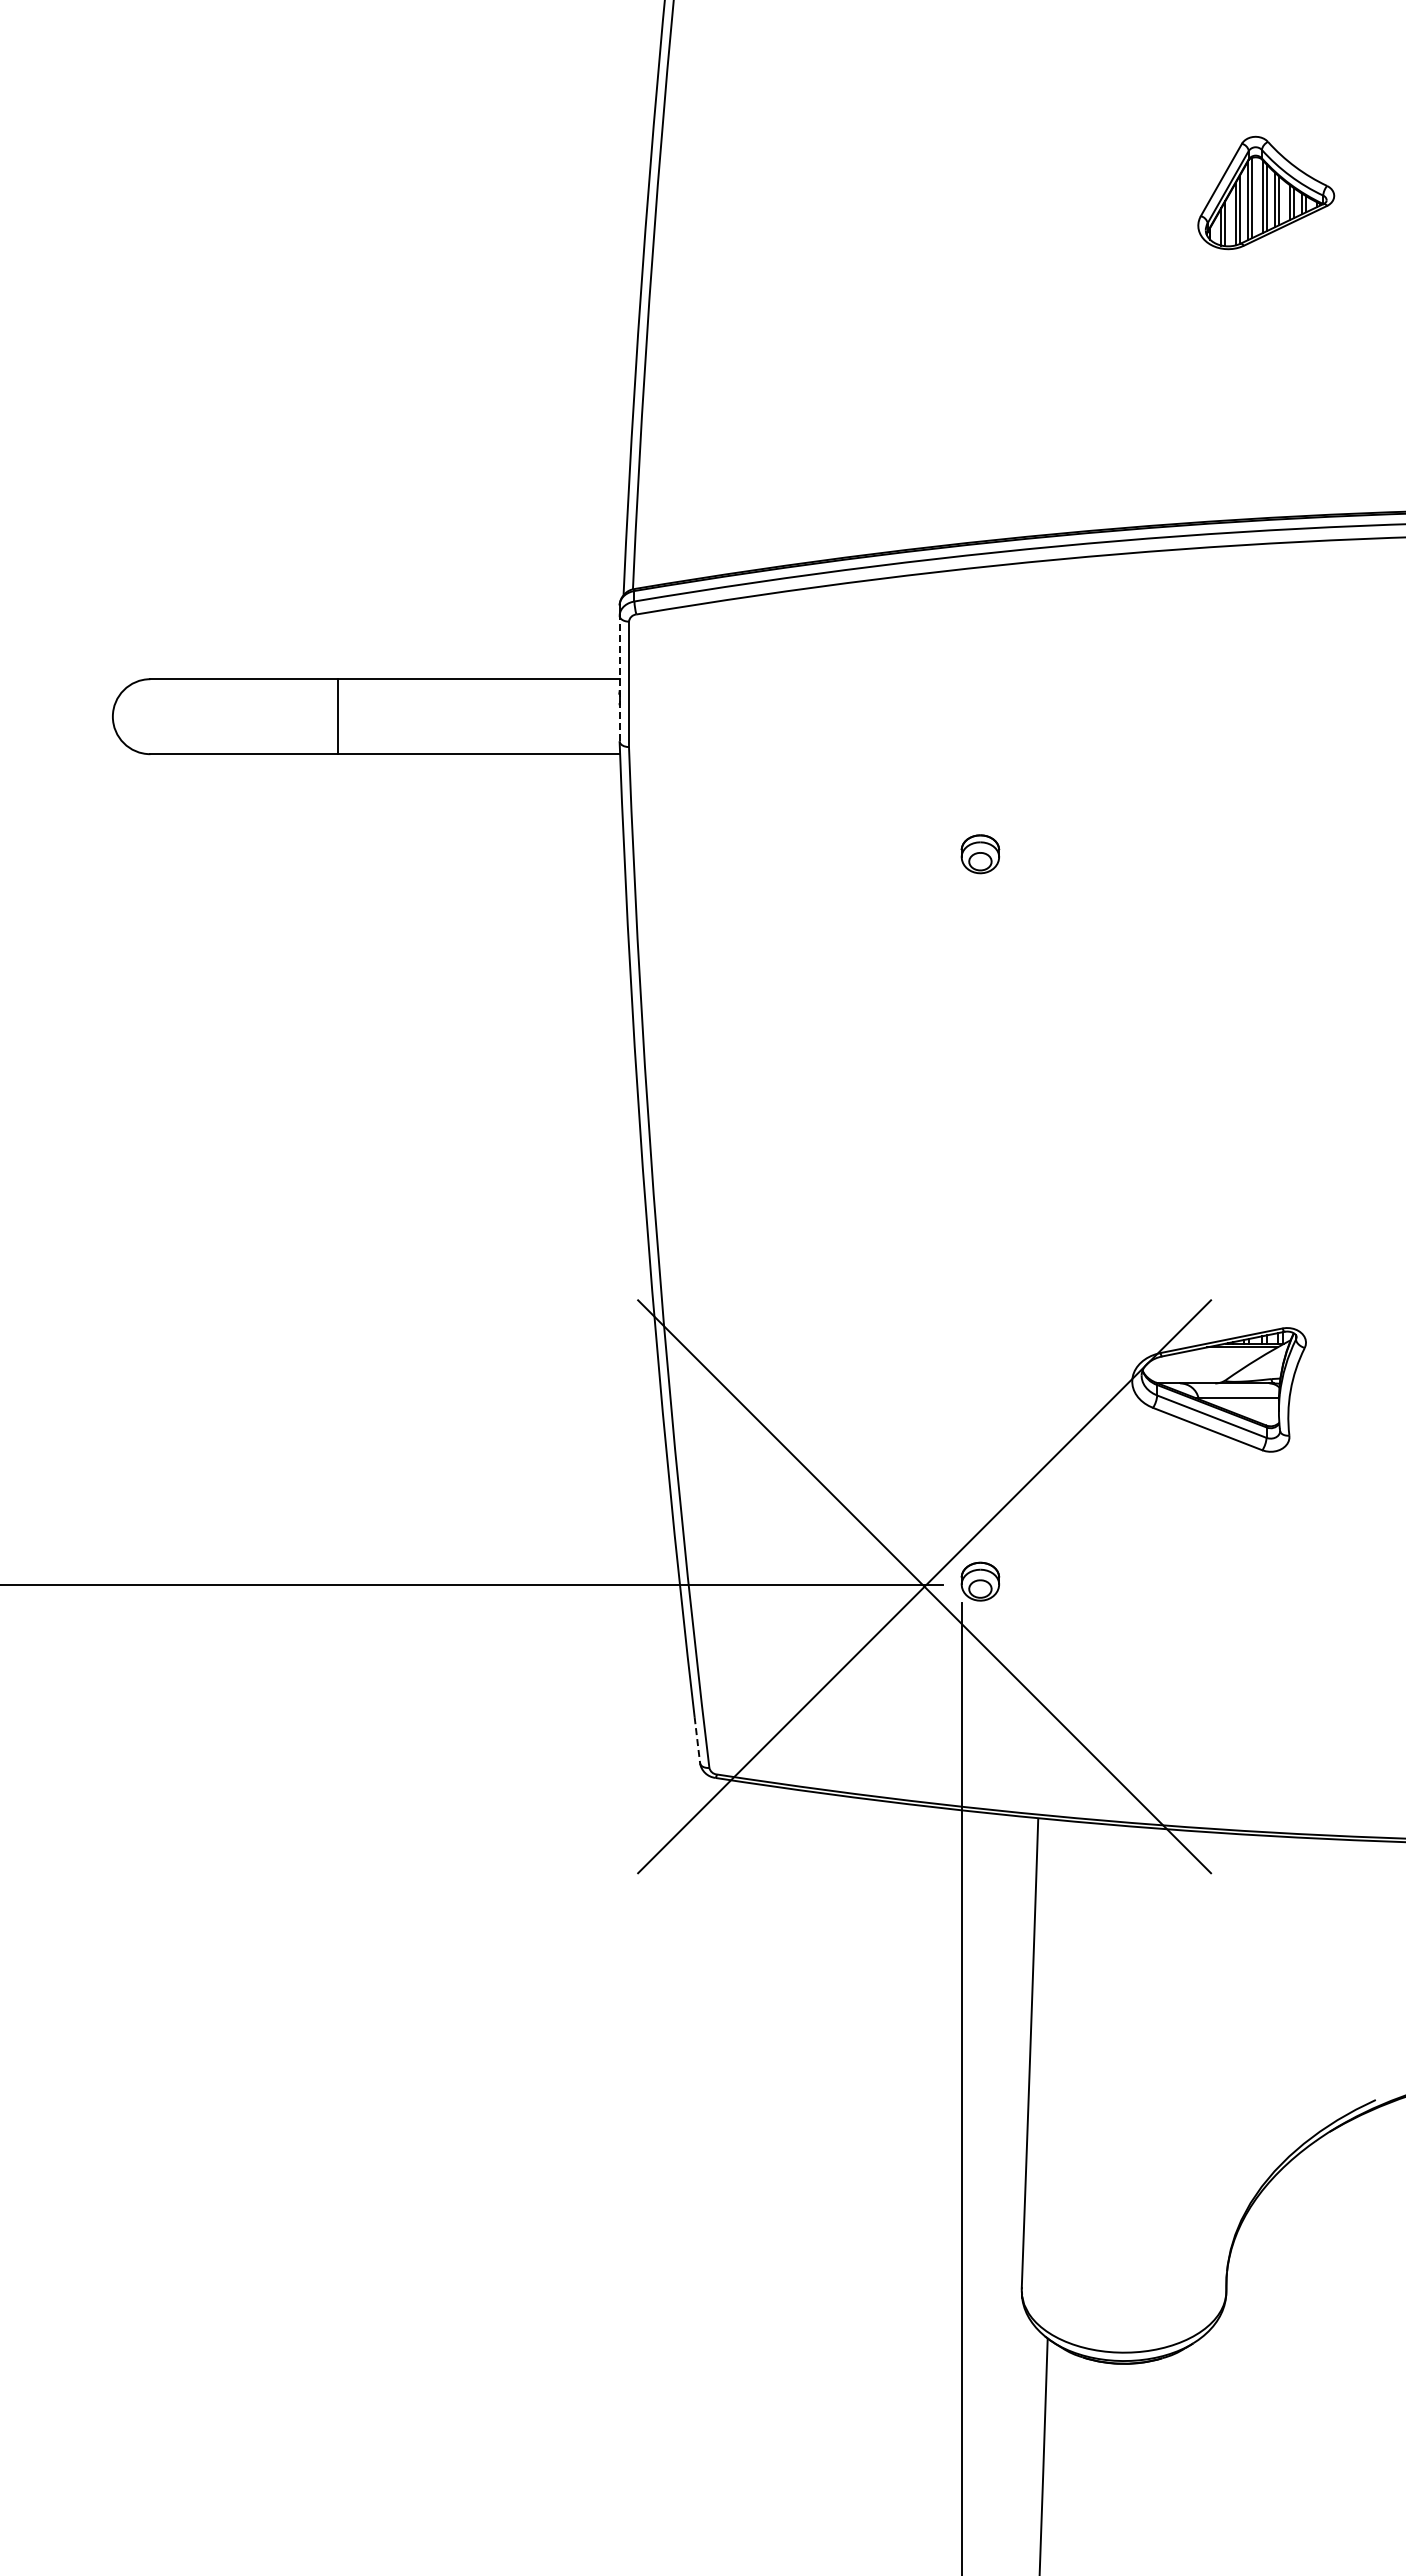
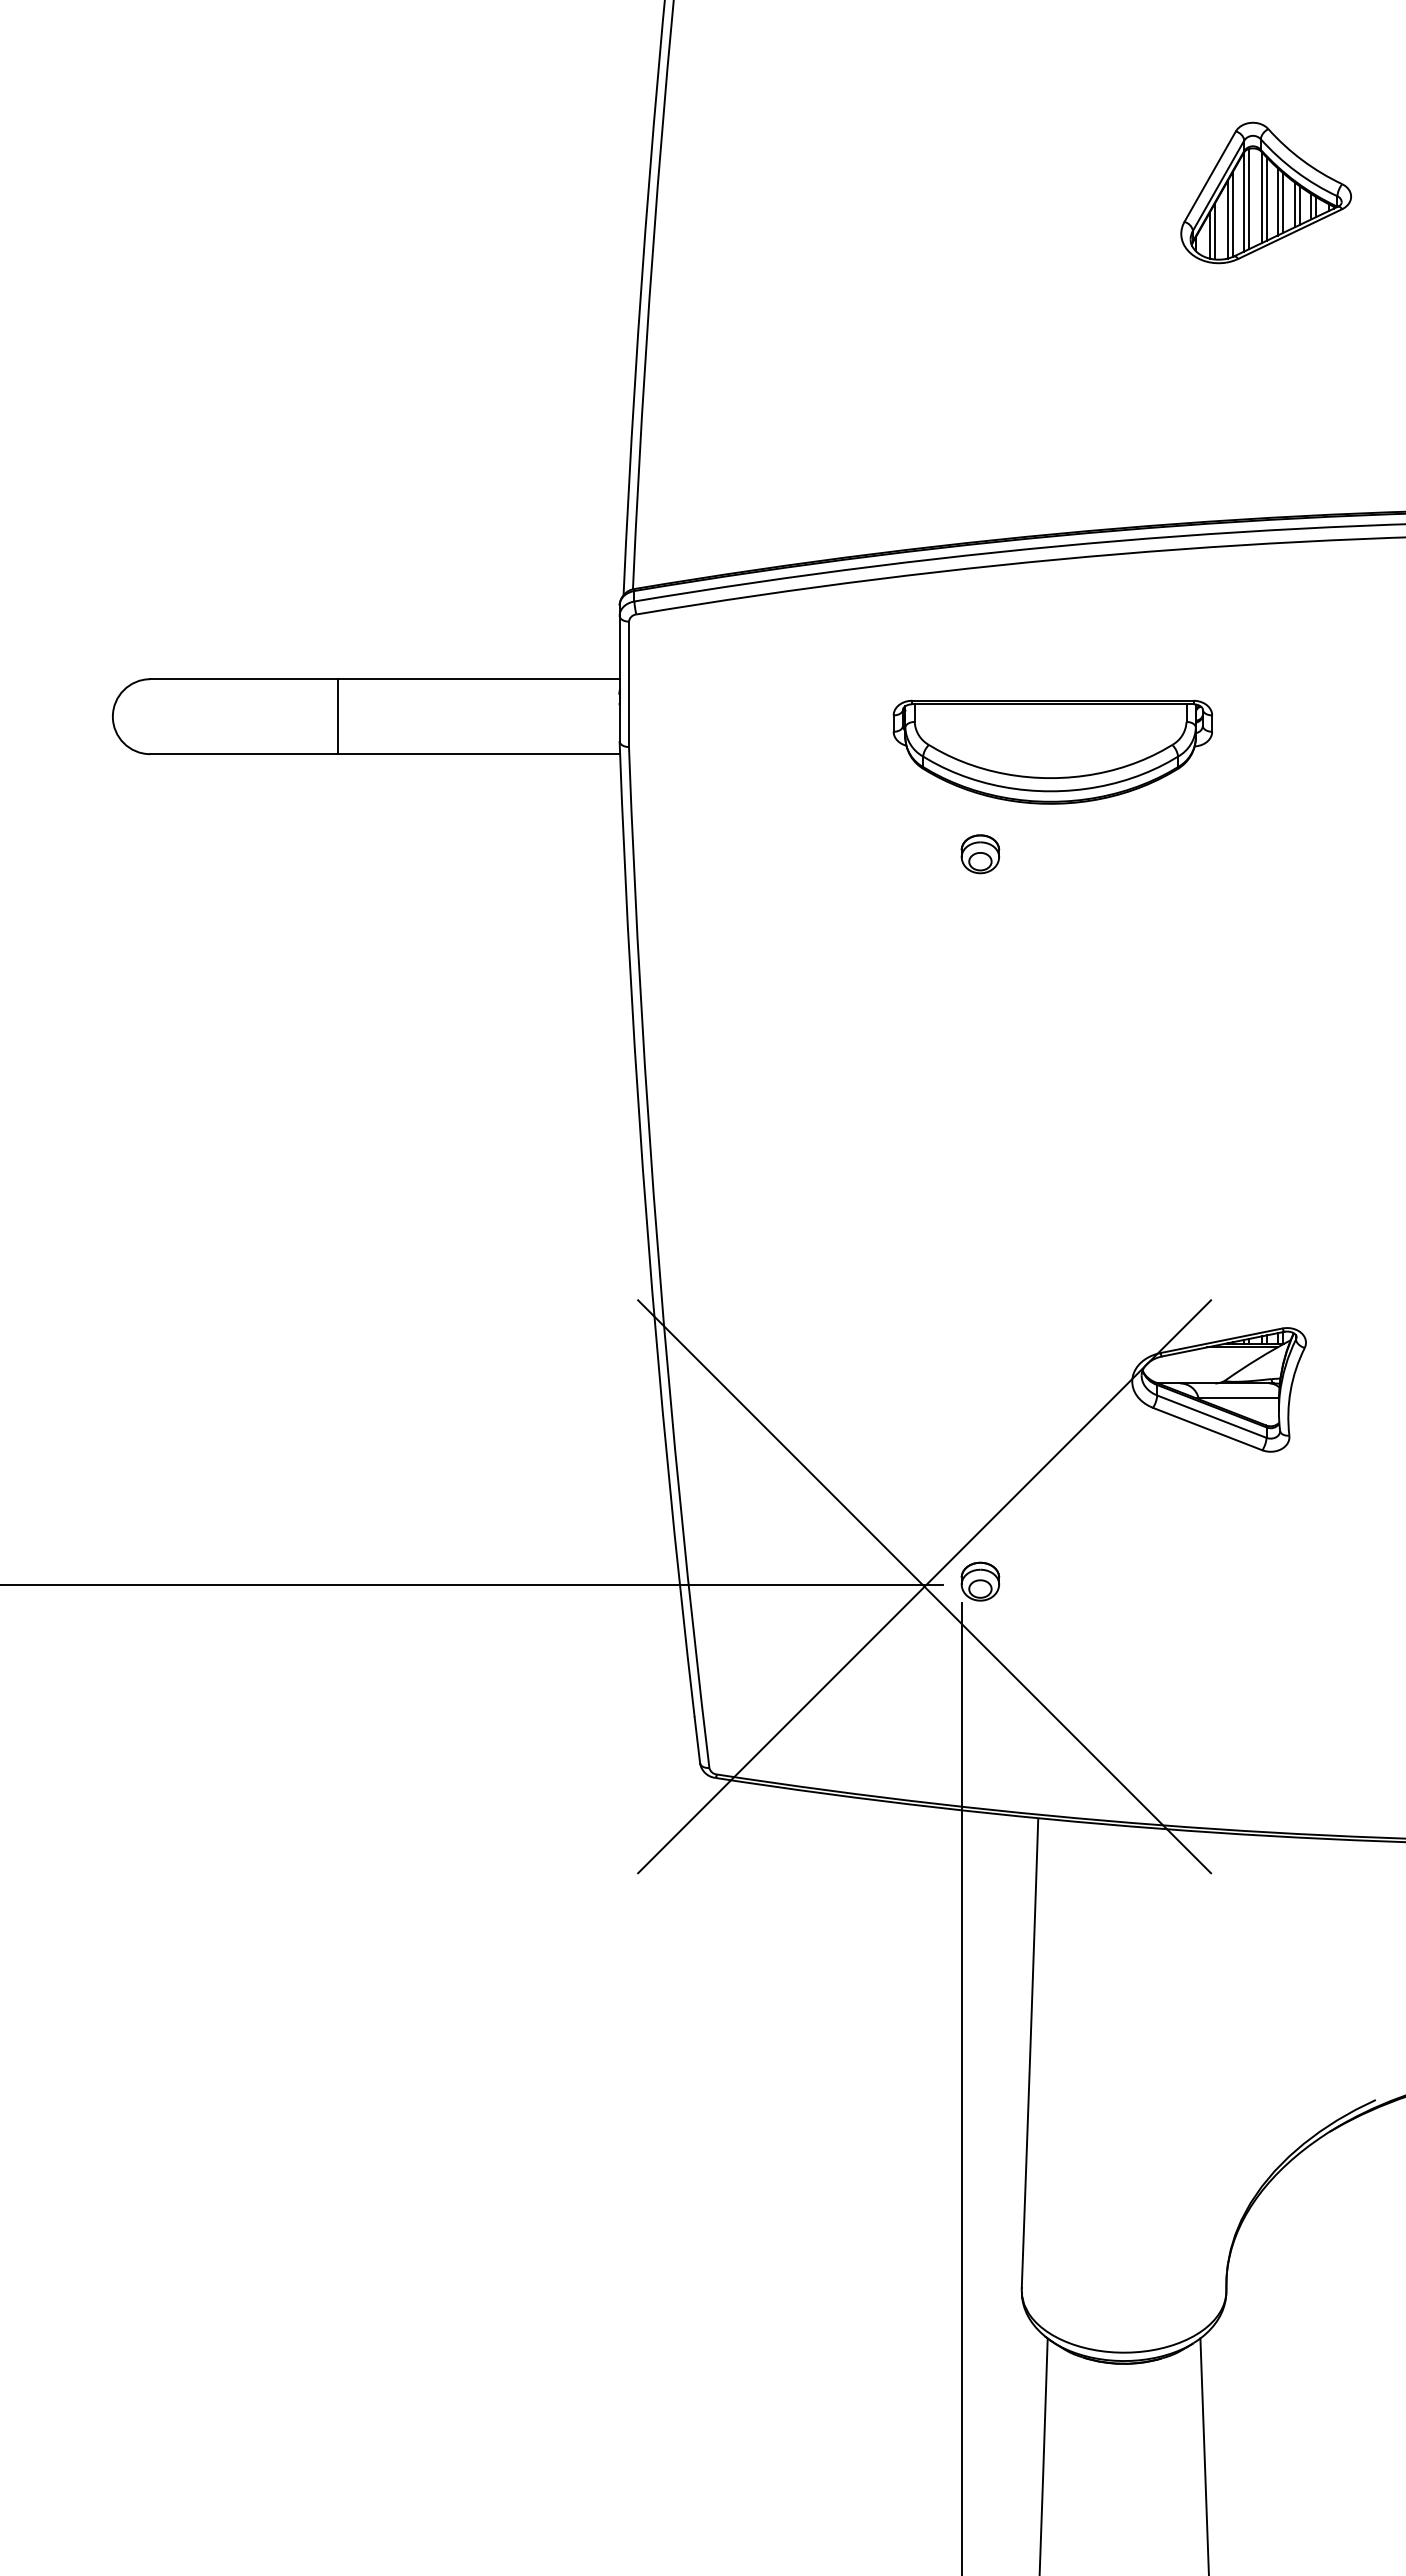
part at (1266, 192) size: 139x116 px -> 173x144 px
line at (619, 678): dashed -> solid
part at (1052, 751): none -> present
line at (697, 1740): dashed -> solid
line at (1204, 2455): none -> present
